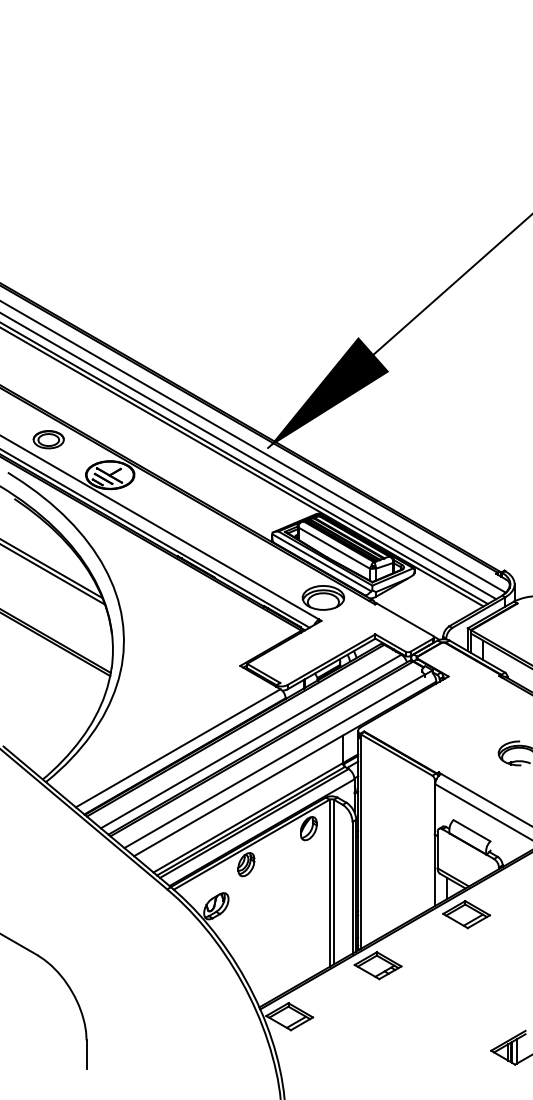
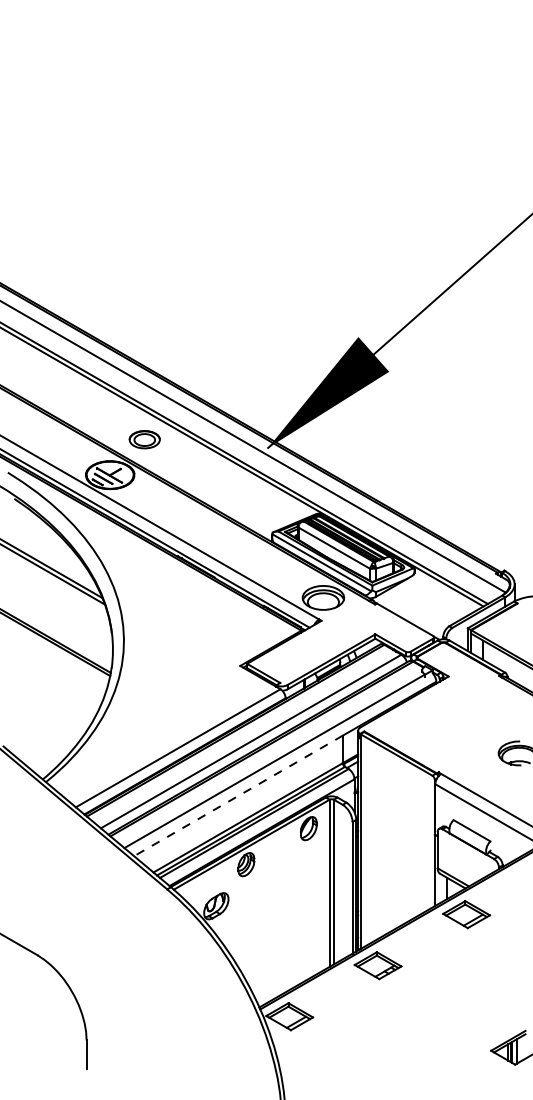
part at (48, 439) position: (48, 439) -> (144, 439)
line at (249, 456): present -> none
line at (238, 795): solid -> dashed
